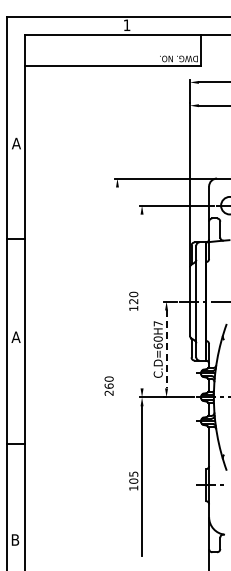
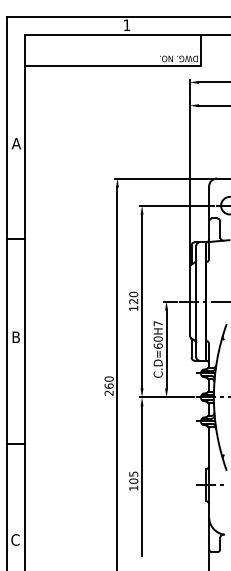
line at (142, 301): none -> present
text at (15, 336): A -> B
line at (166, 349): dashed -> solid
line at (117, 377): none -> present
text at (15, 539): B -> C
